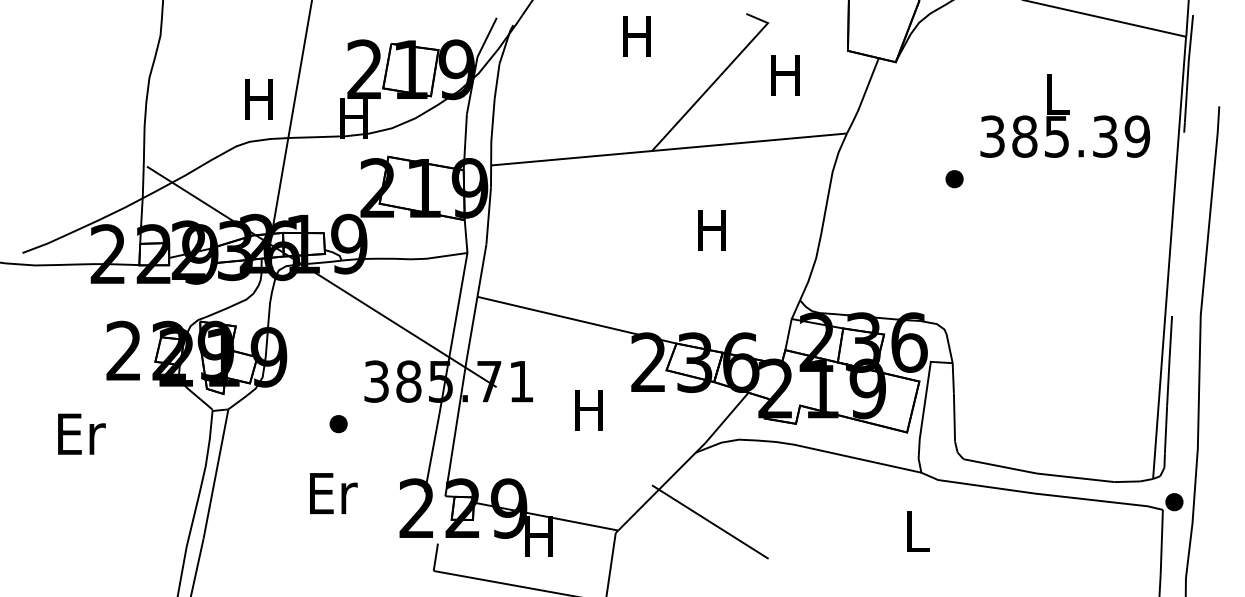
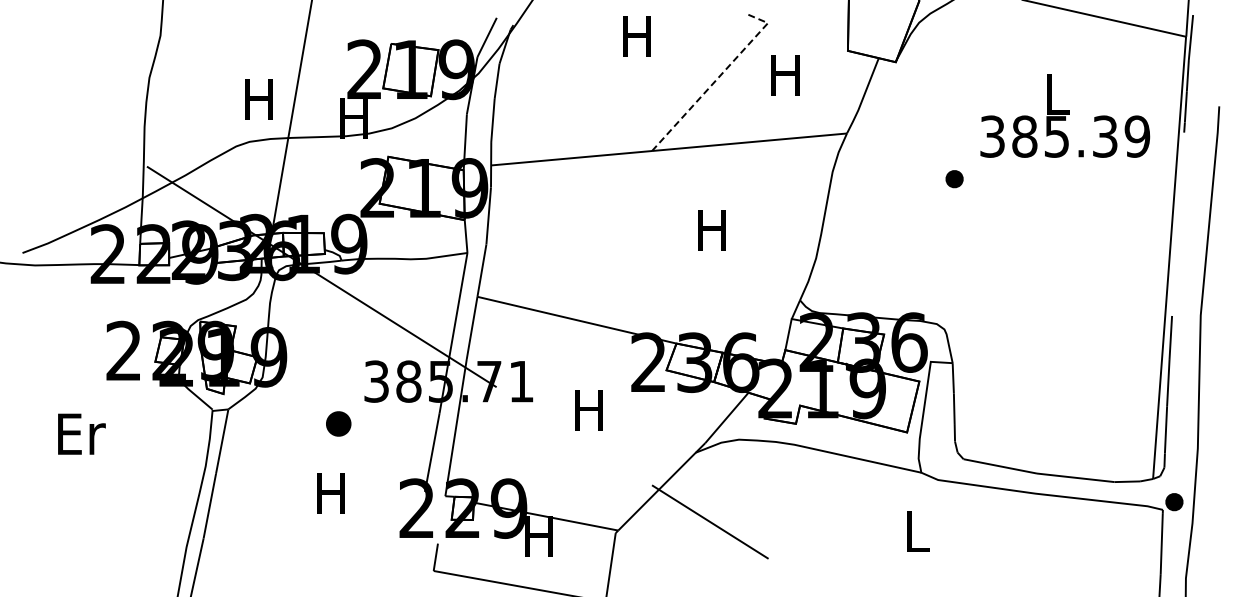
line at (718, 77): solid -> dashed
part at (338, 424) size: 19x19 px -> 26x26 px
text at (333, 493): Er -> H
